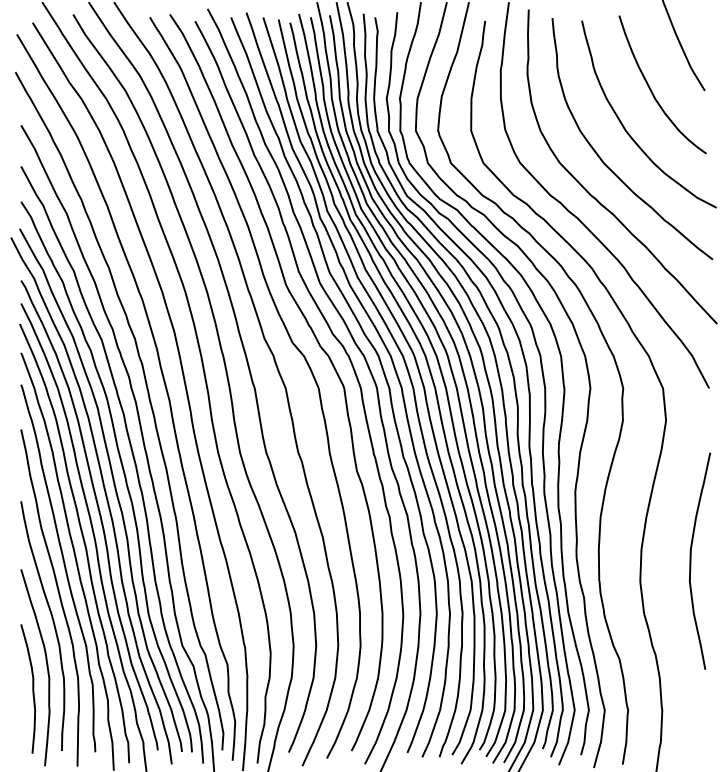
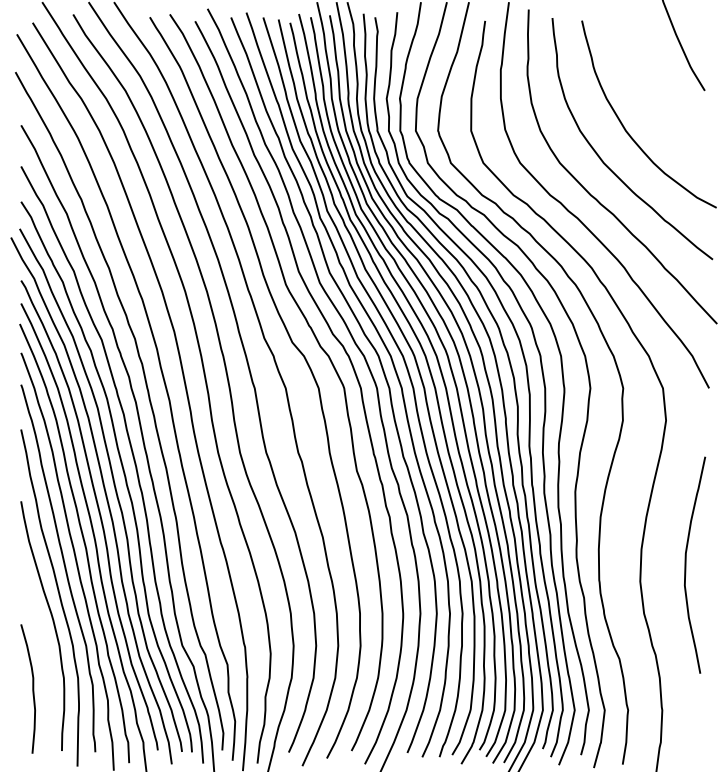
curve at (651, 89): present -> none
curve at (691, 560) position: (691, 560) -> (686, 564)
curve at (46, 667): present -> none
